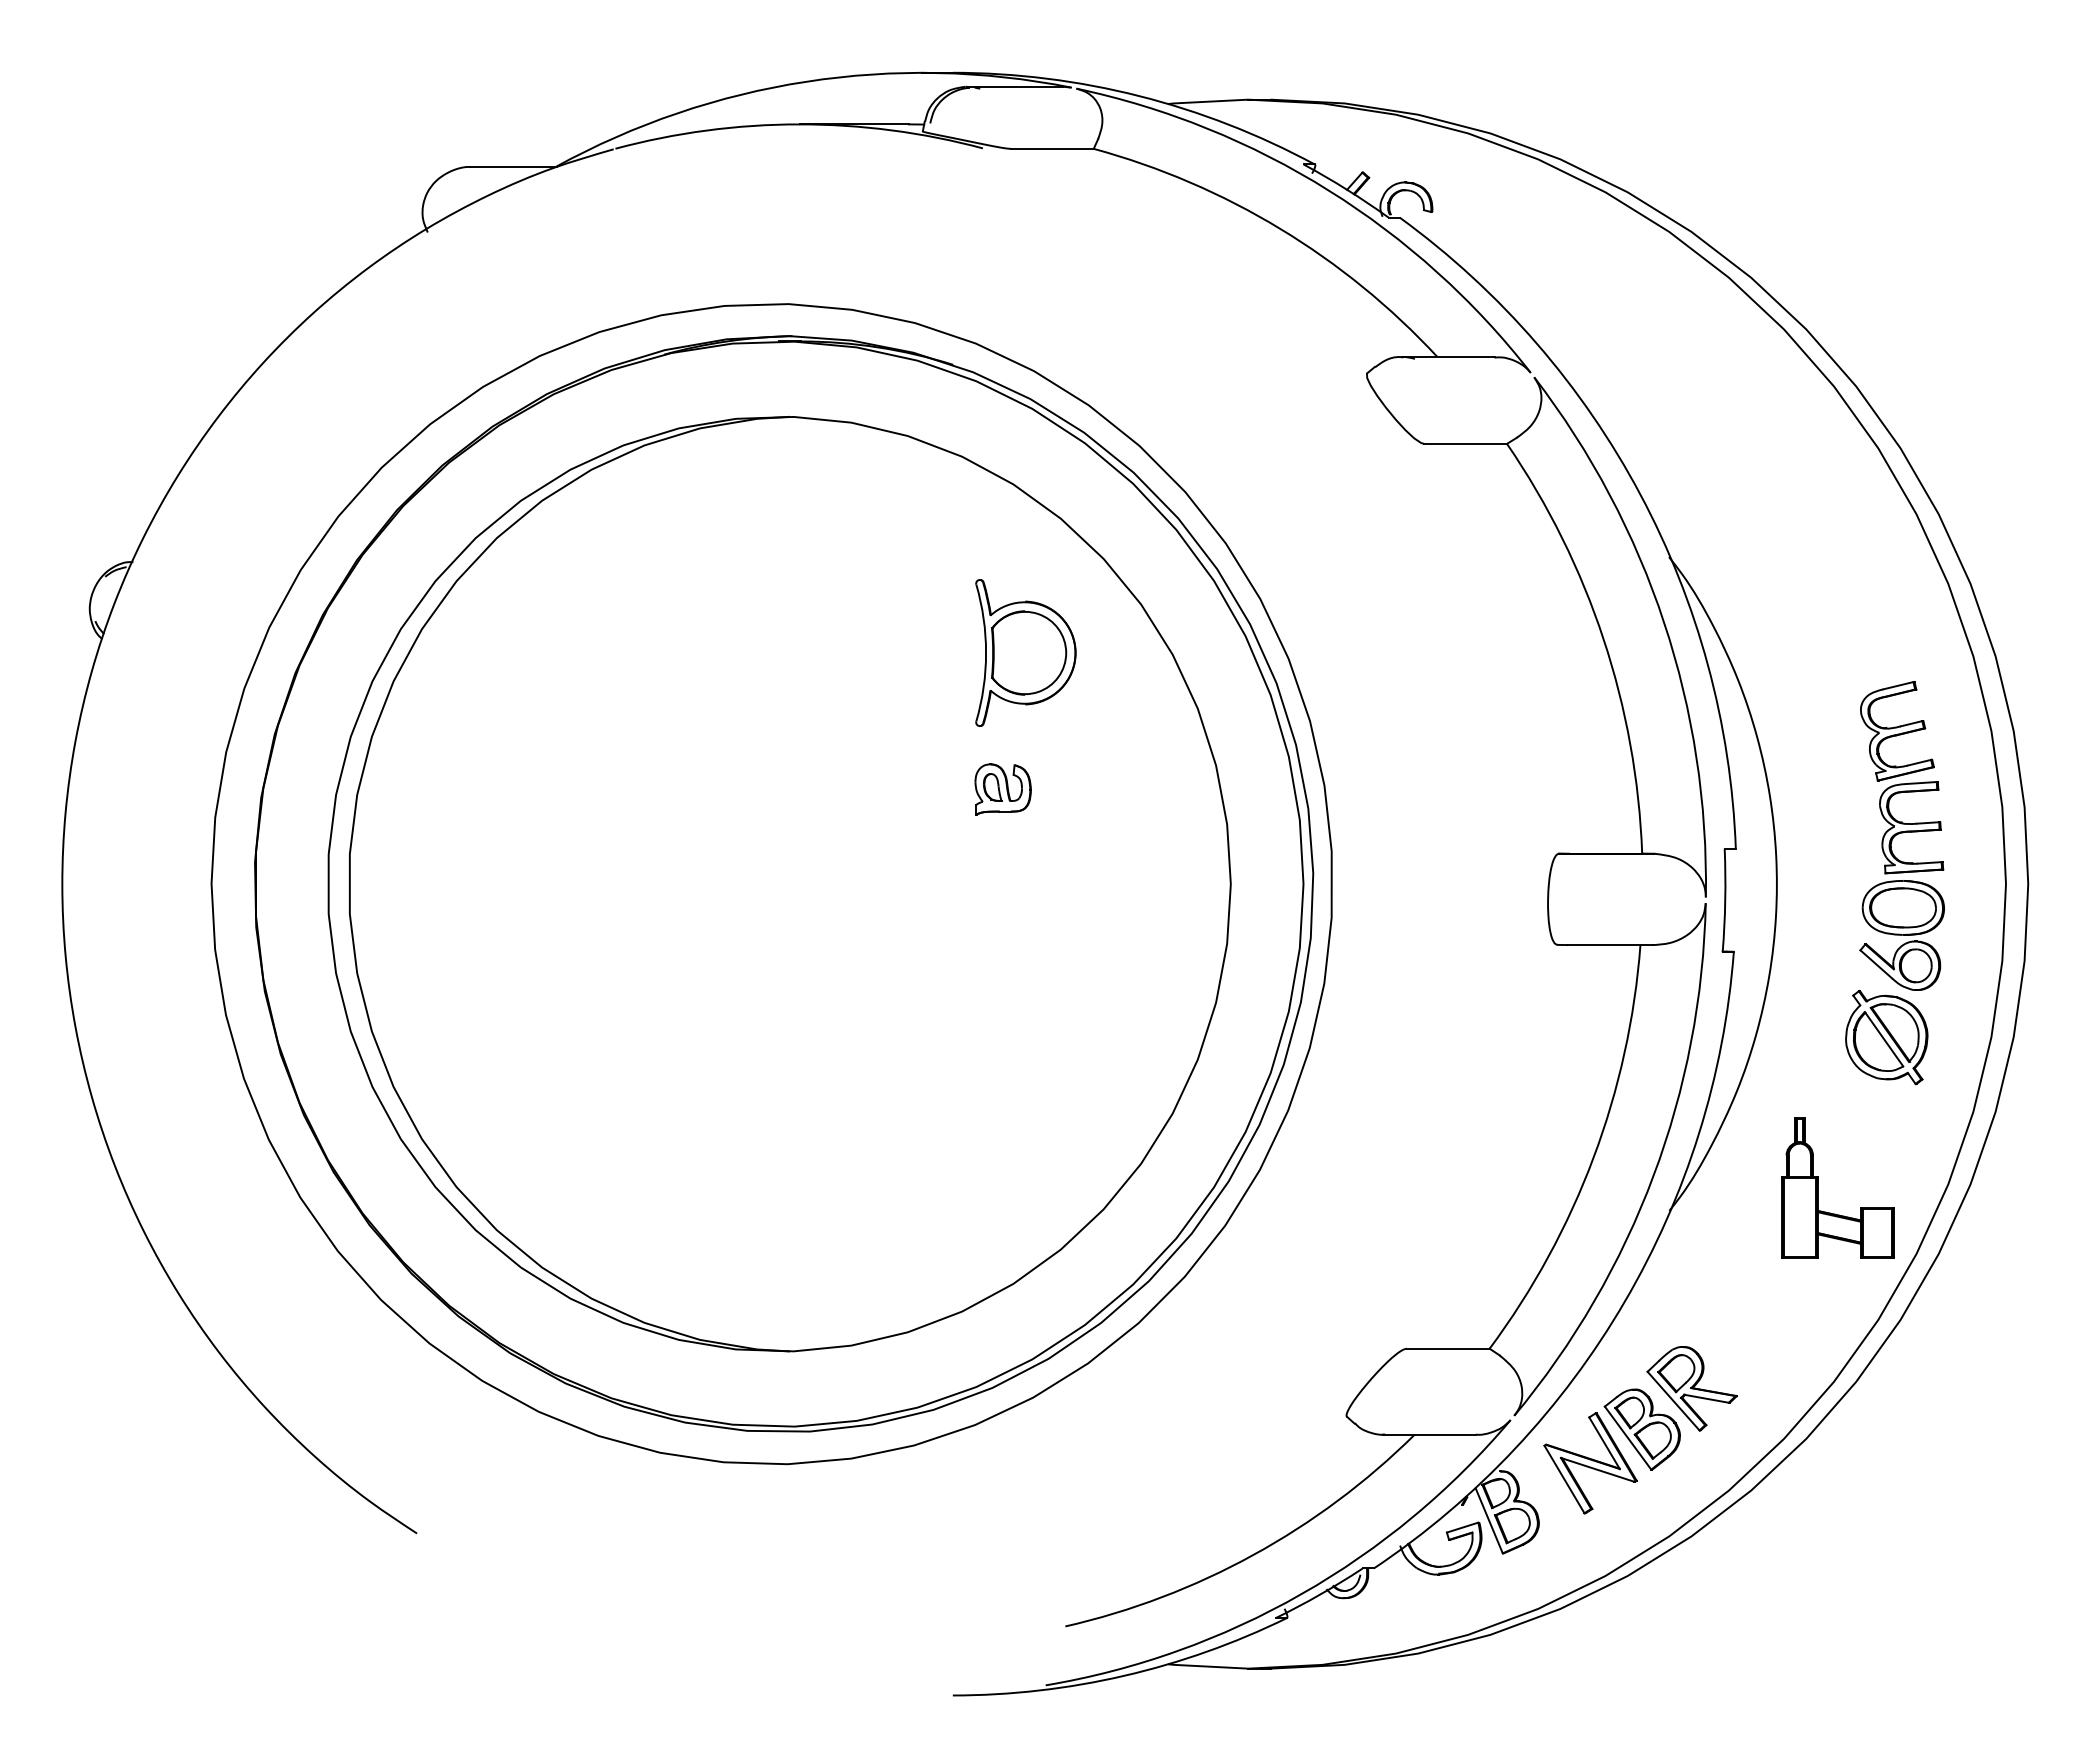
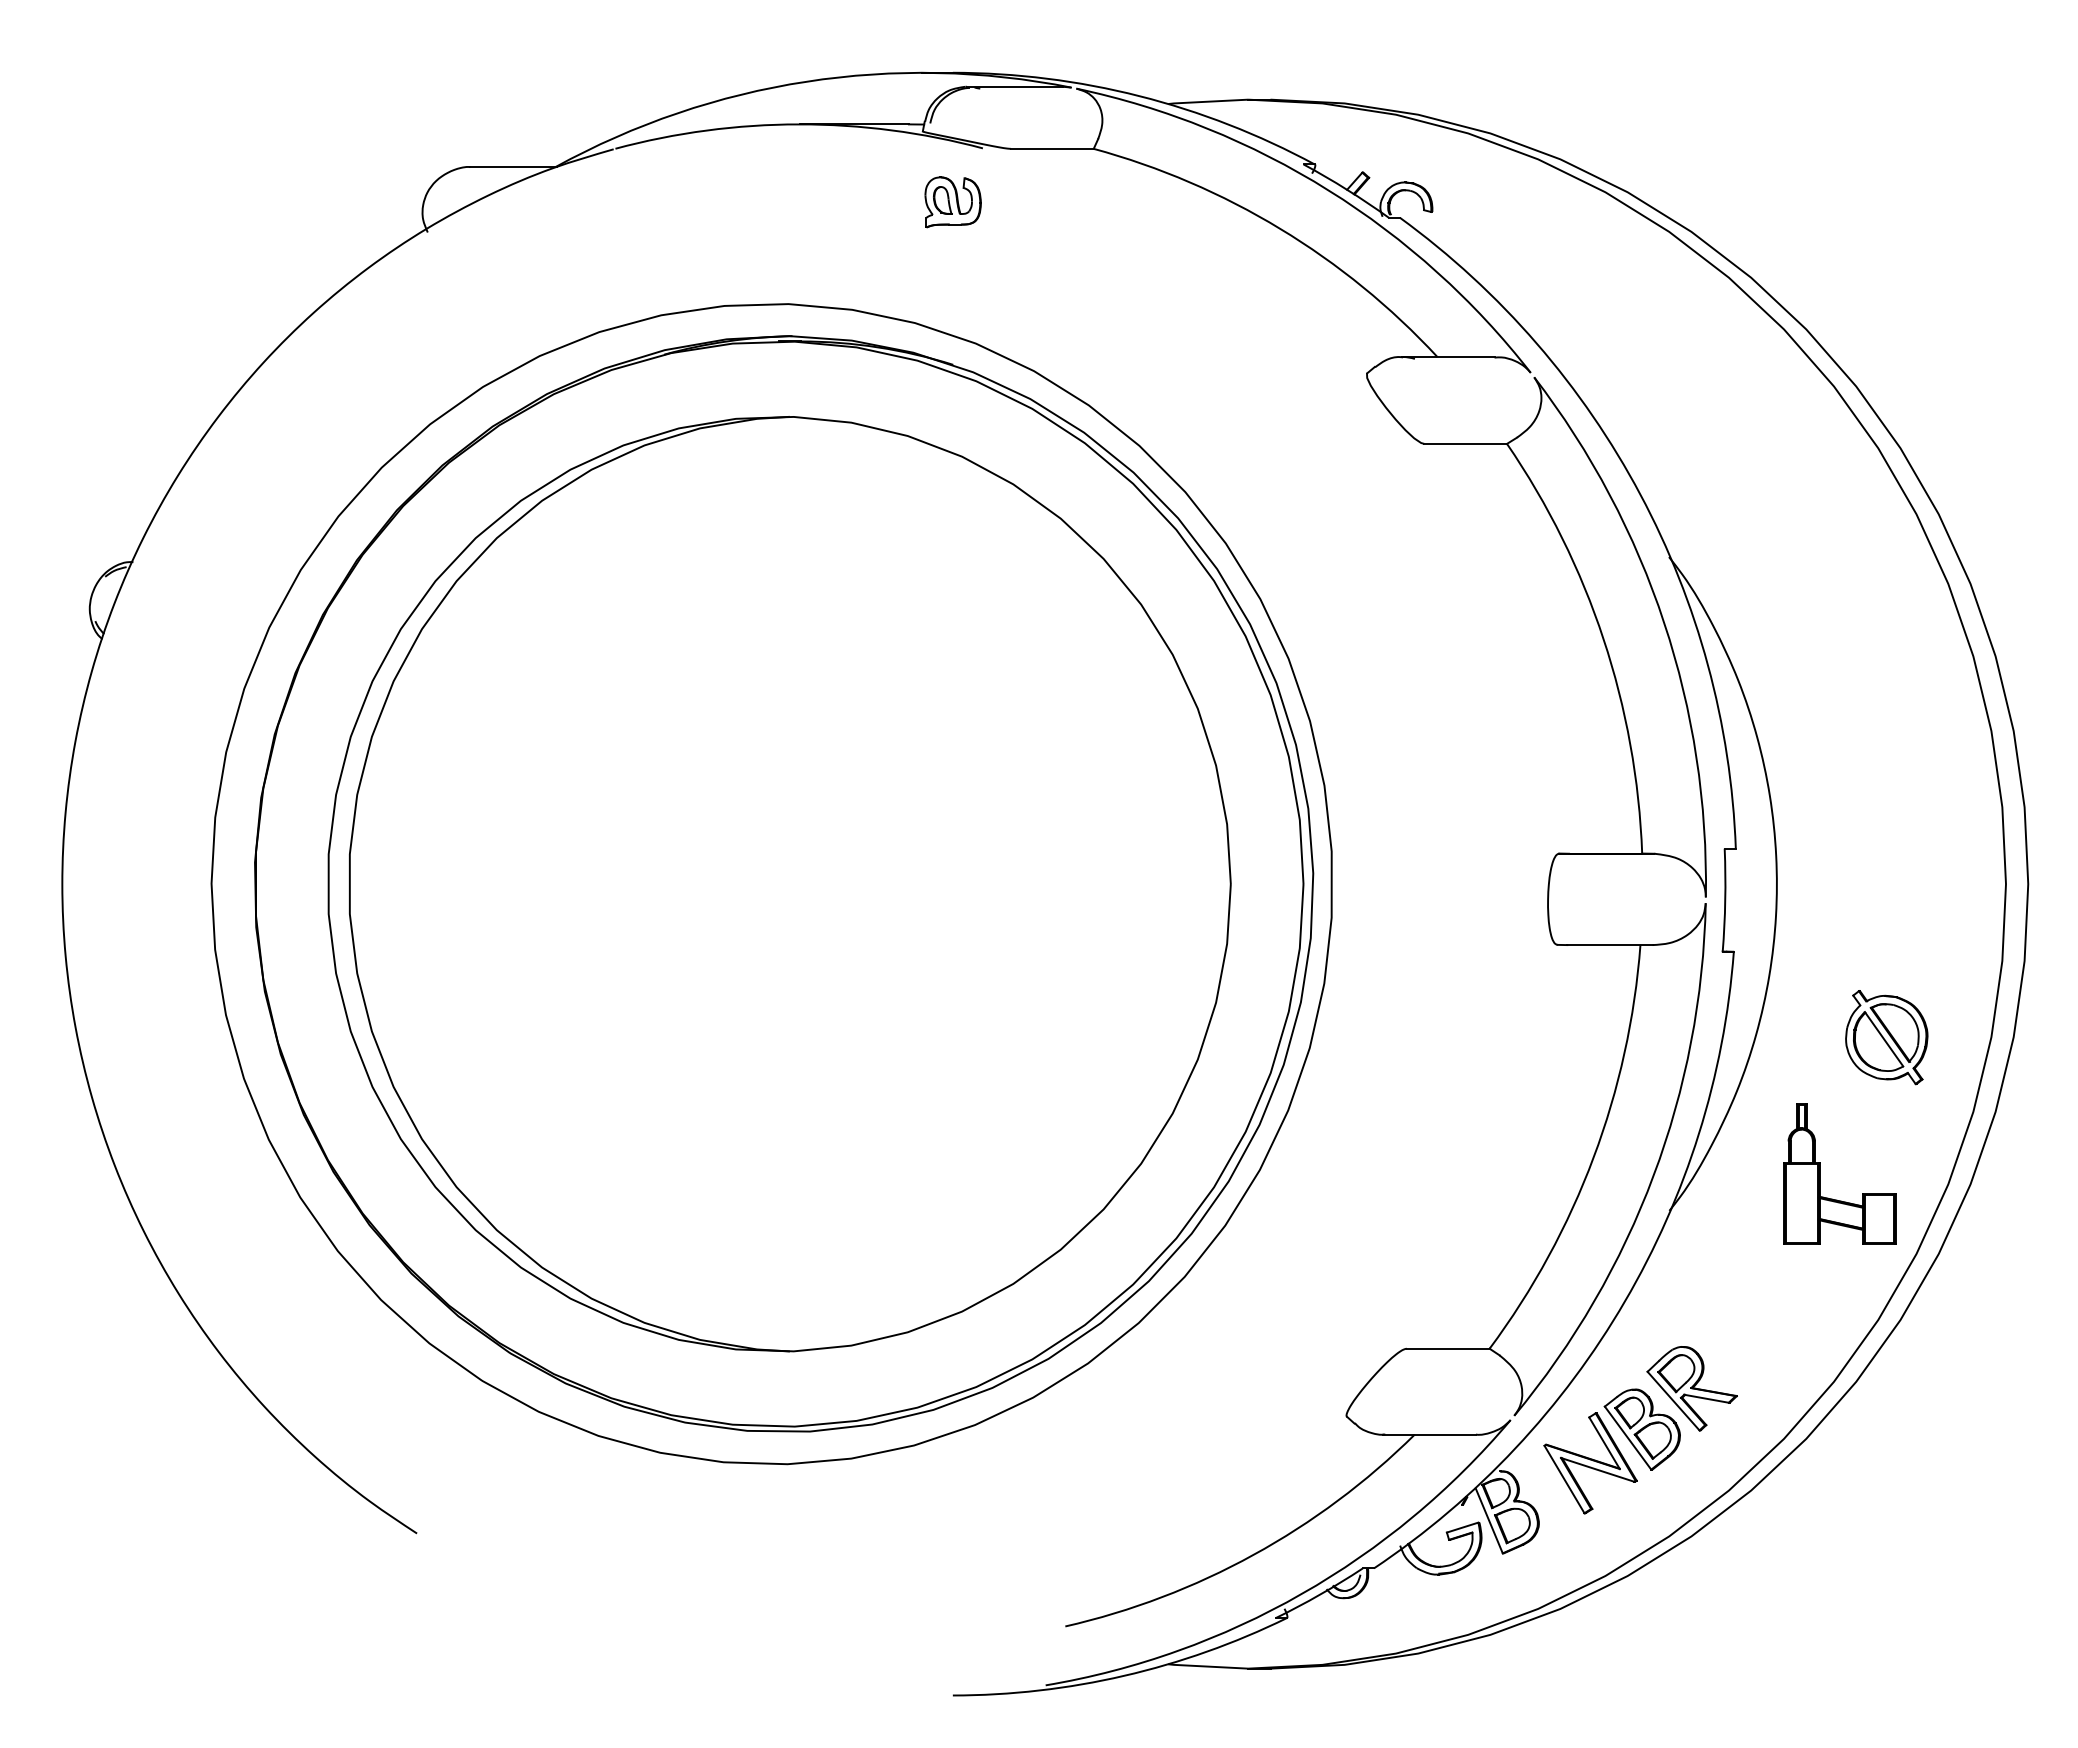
part at (1025, 652): present -> none
part at (1002, 789) position: (1002, 789) -> (952, 202)
part at (1901, 835): present -> none
part at (1818, 1187) position: (1818, 1187) -> (1820, 1173)
